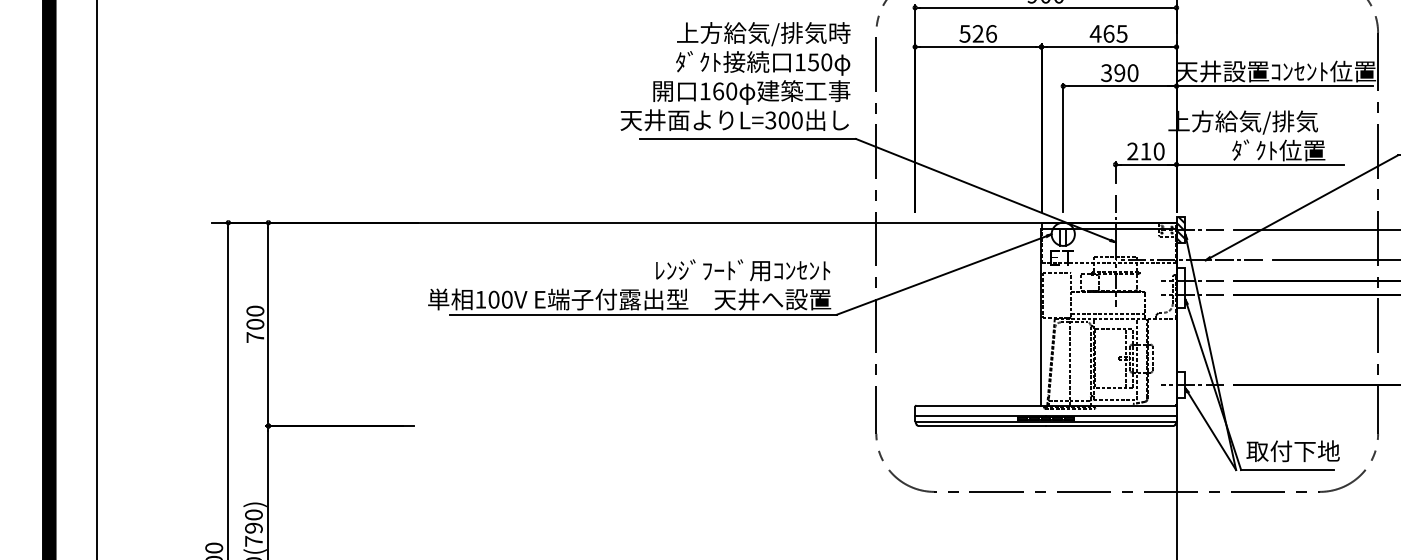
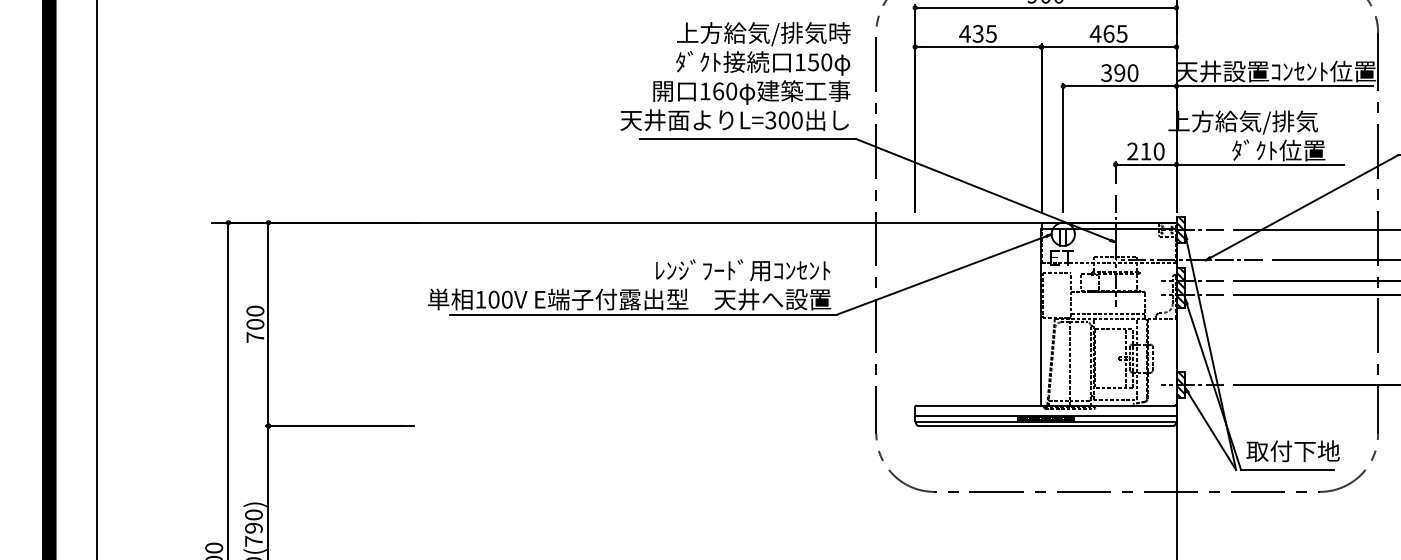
text at (977, 33): 526 -> 435
hatch at (1180, 287): none -> present
hatch at (1180, 385): none -> present
